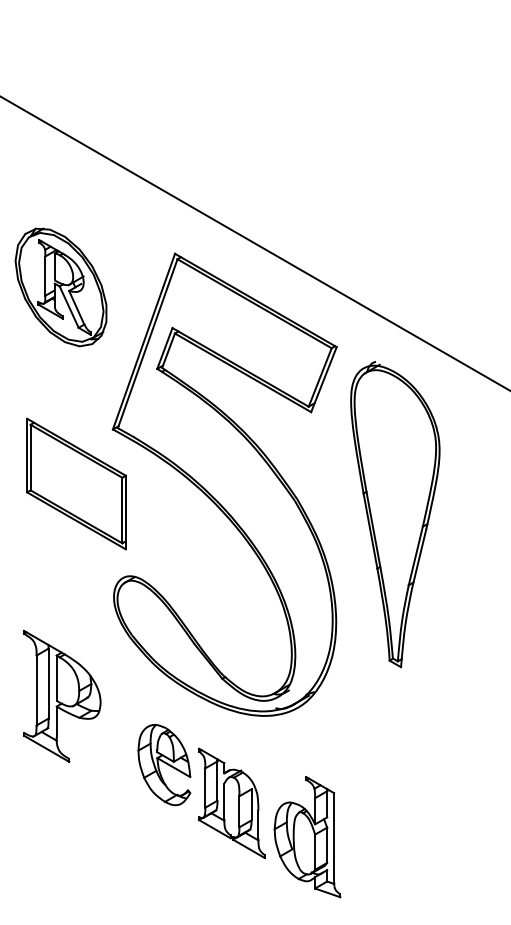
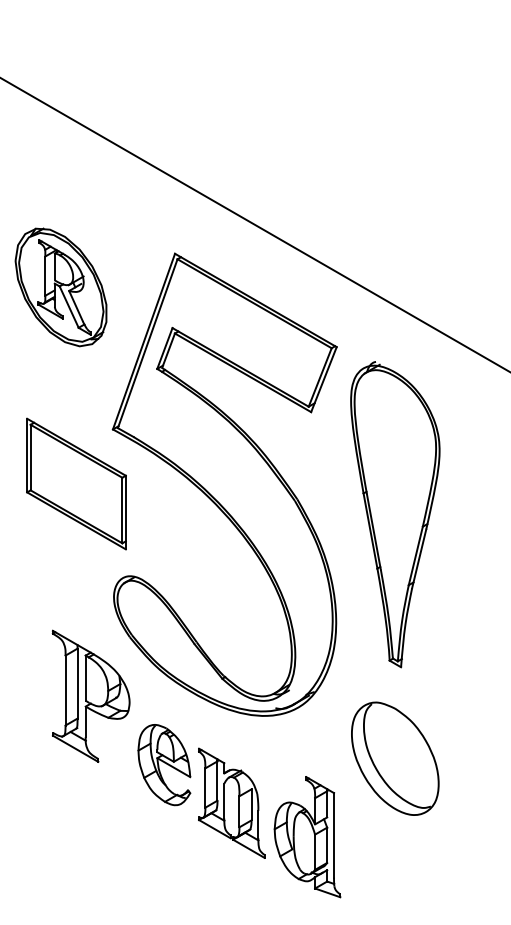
line at (254, 243) position: (254, 243) -> (254, 224)
part at (61, 695) position: (61, 695) -> (90, 695)
part at (395, 758): none -> present
